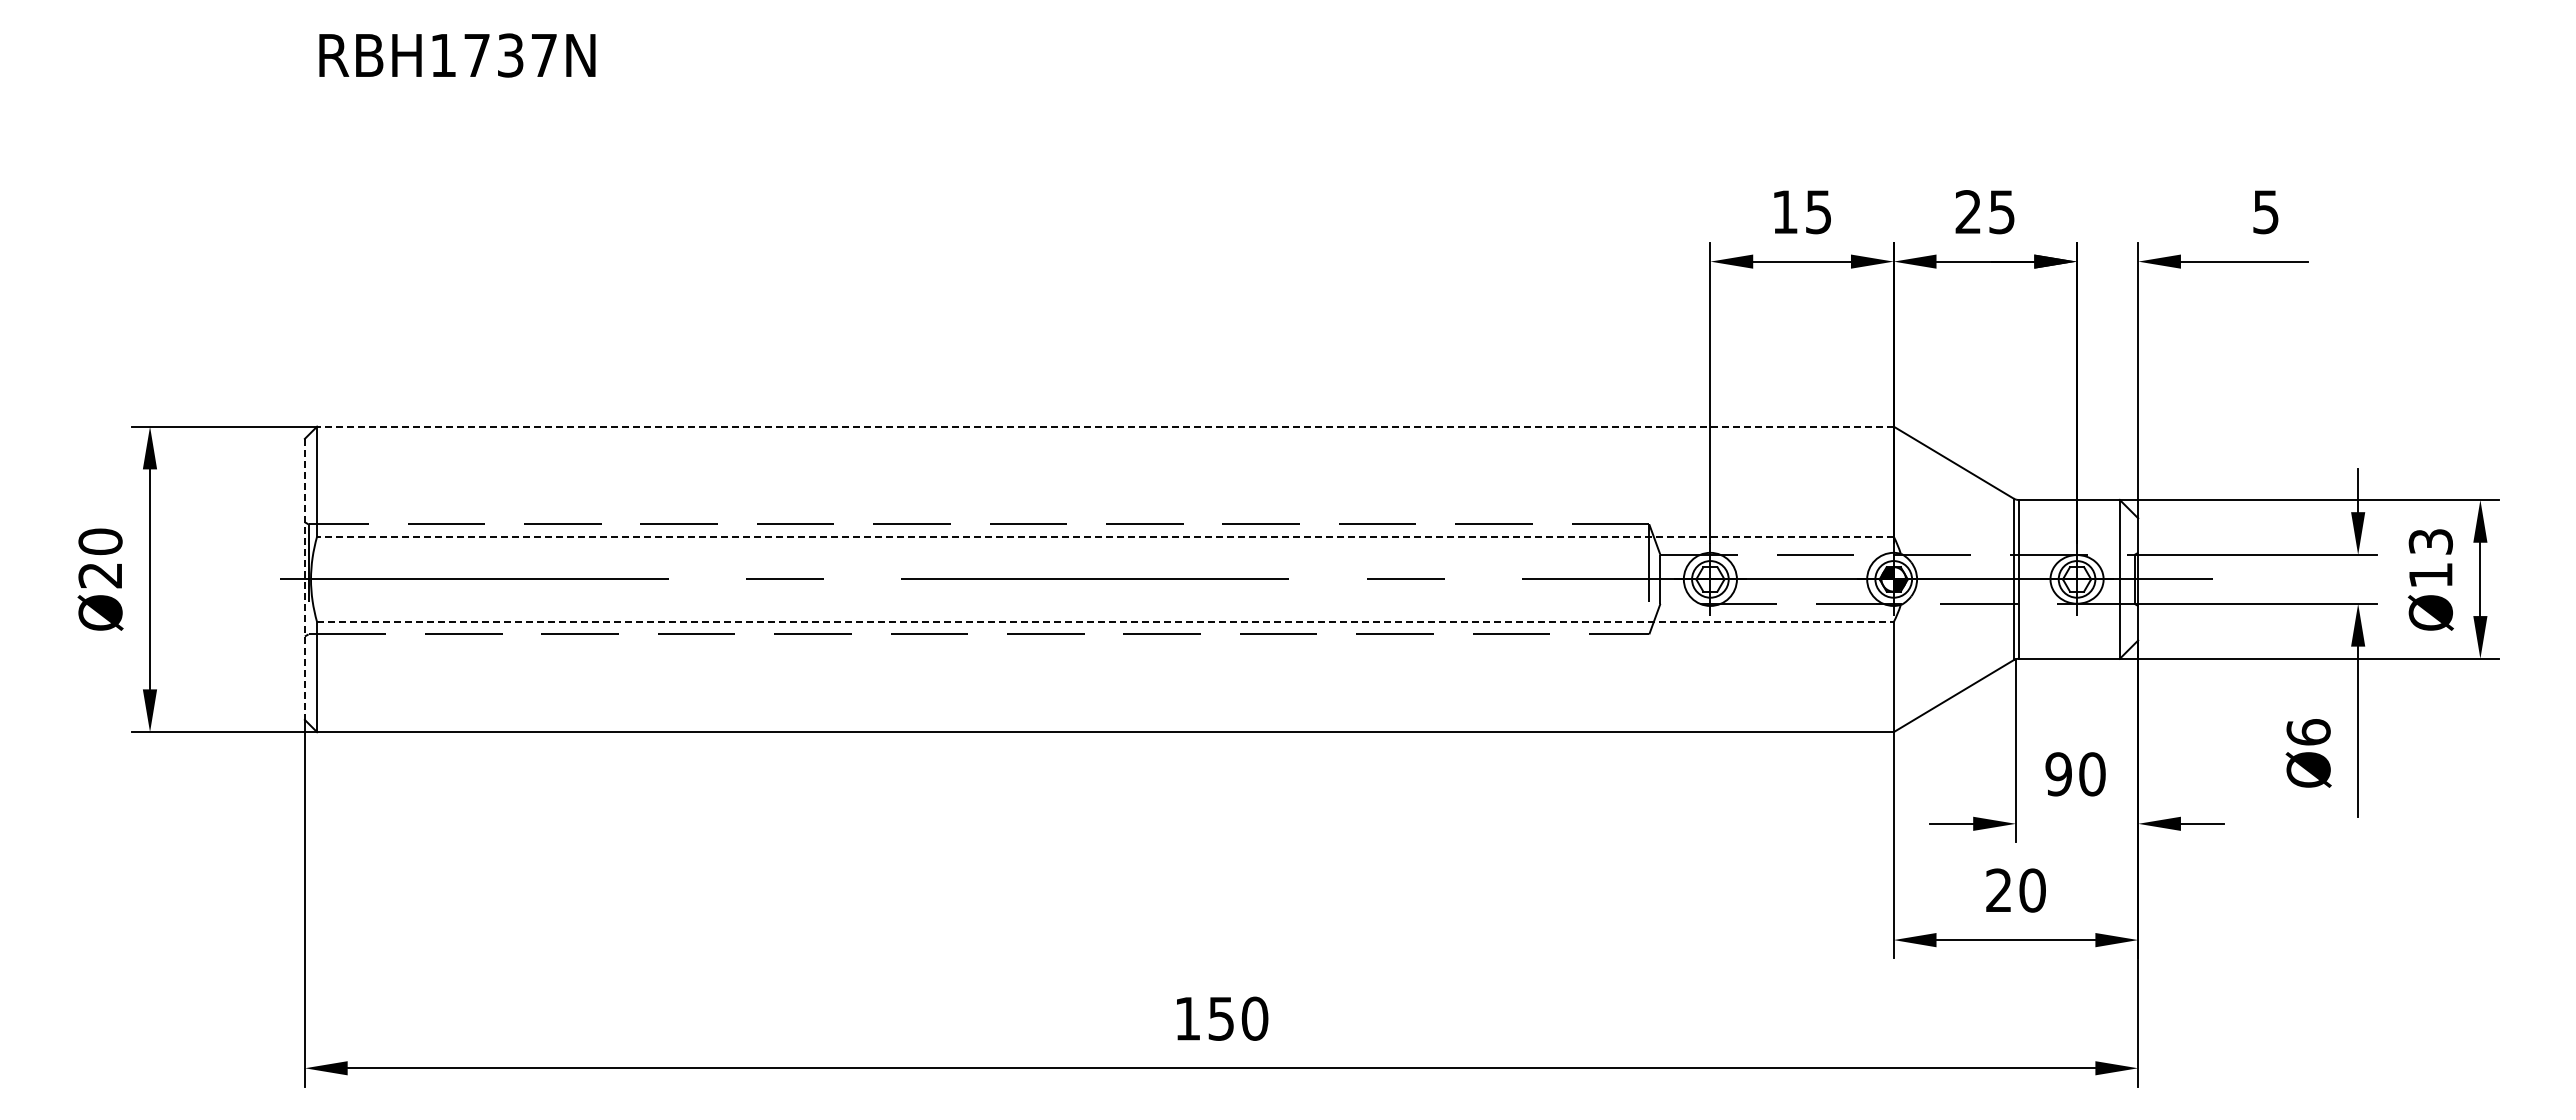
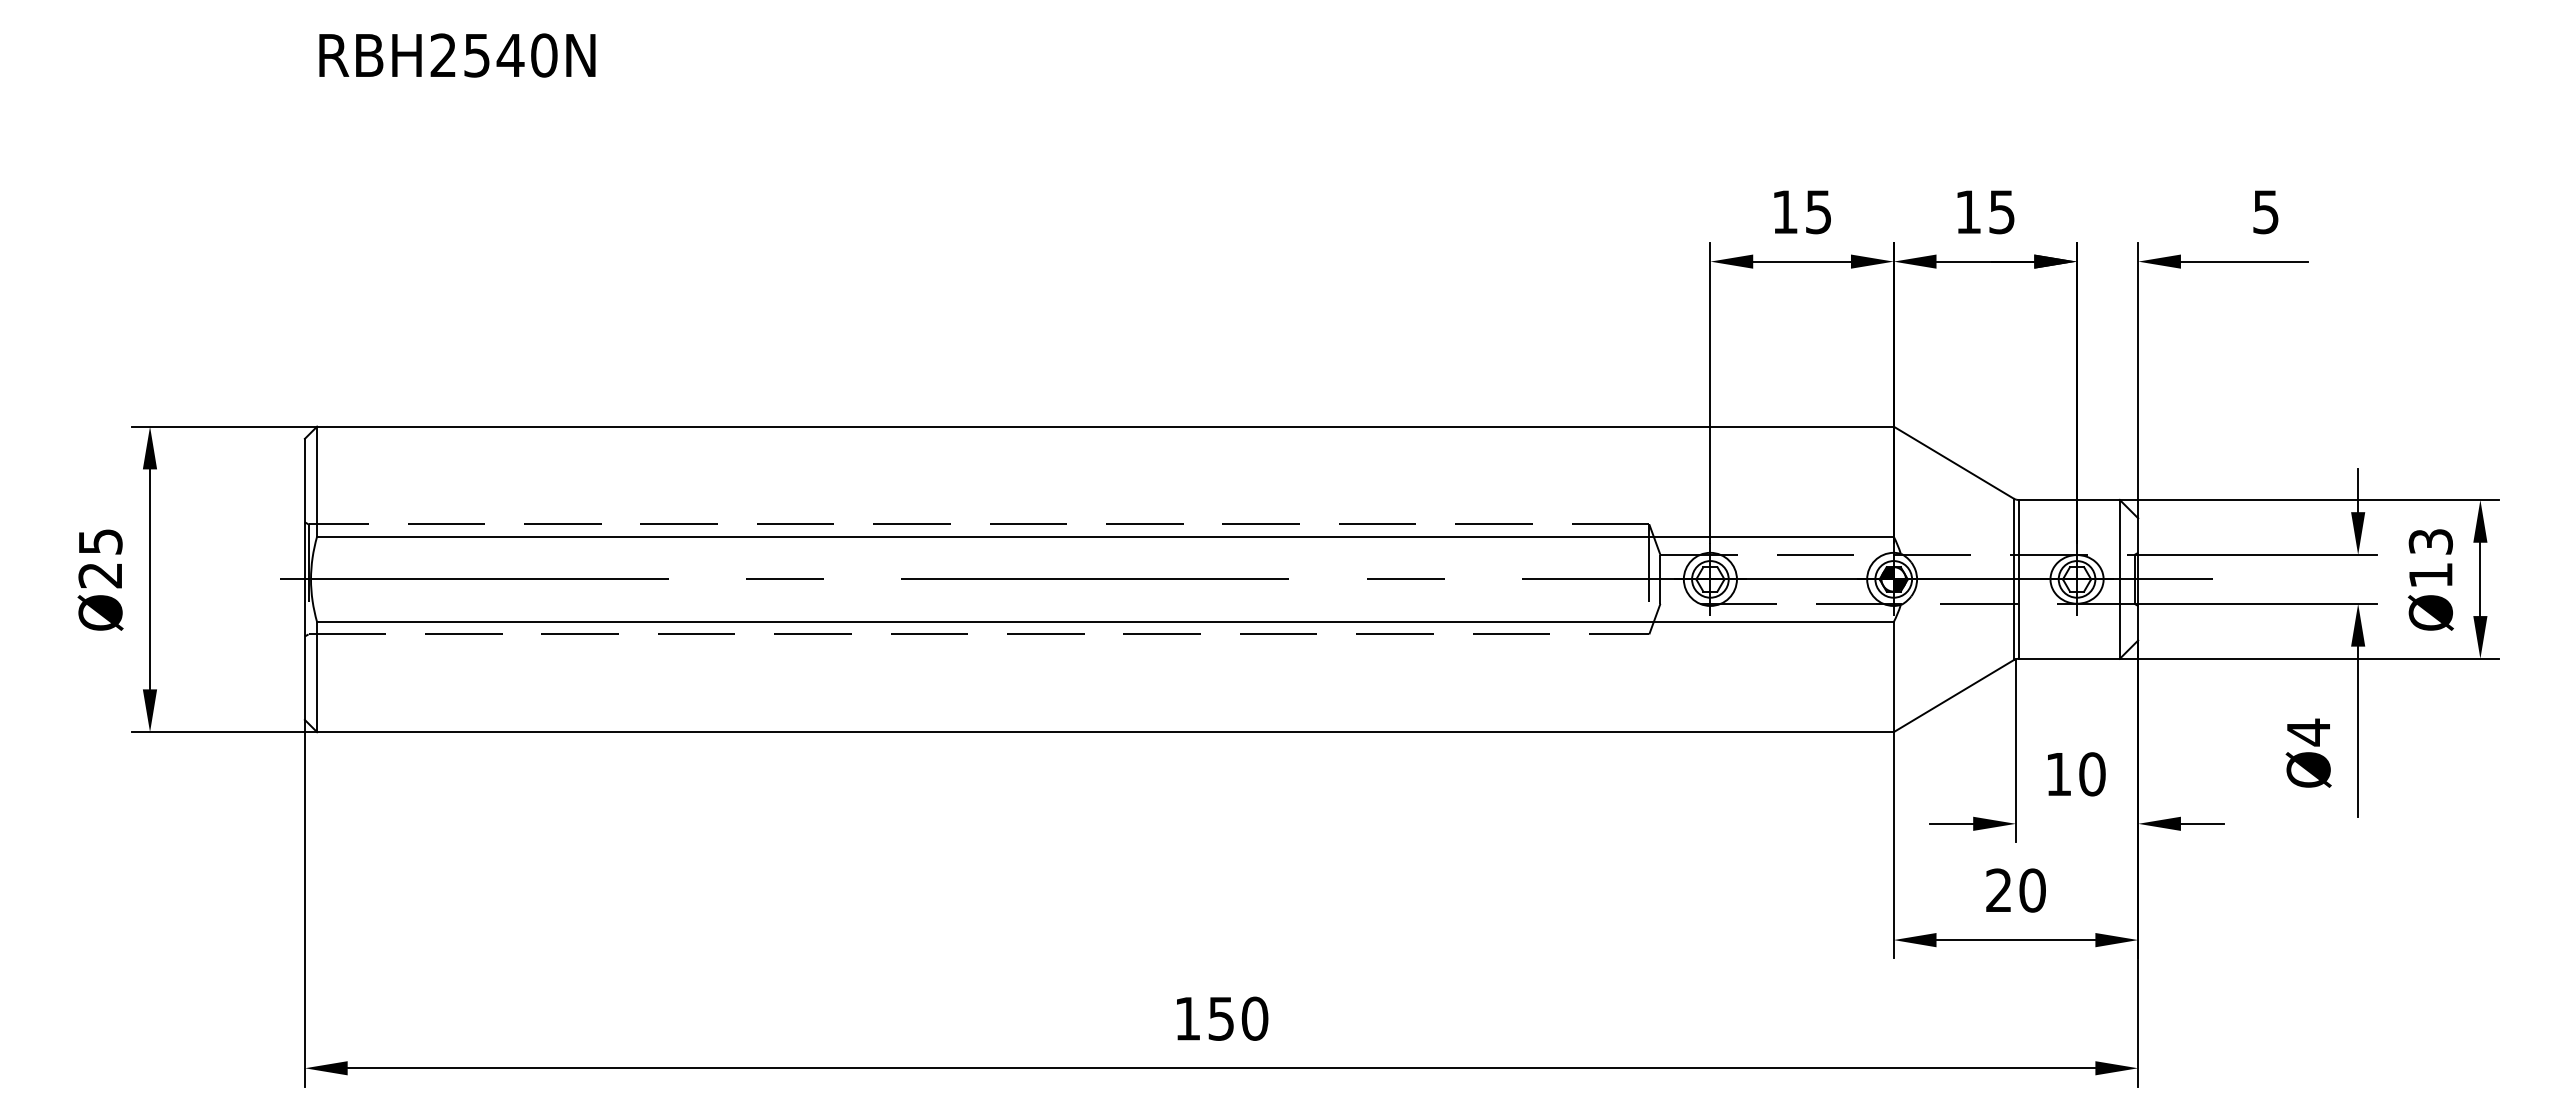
text at (493, 55): RBH1737N -> RBH2540N
text at (1967, 211): 25 -> 15
line at (1104, 426): dashed -> solid
line at (1104, 536): dashed -> solid
text at (100, 541): Ø20 -> Ø25
line at (304, 579): dashed -> solid
line at (1105, 622): dashed -> solid
text at (2308, 732): Ø6 -> Ø4
text at (2058, 774): 90 -> 10
